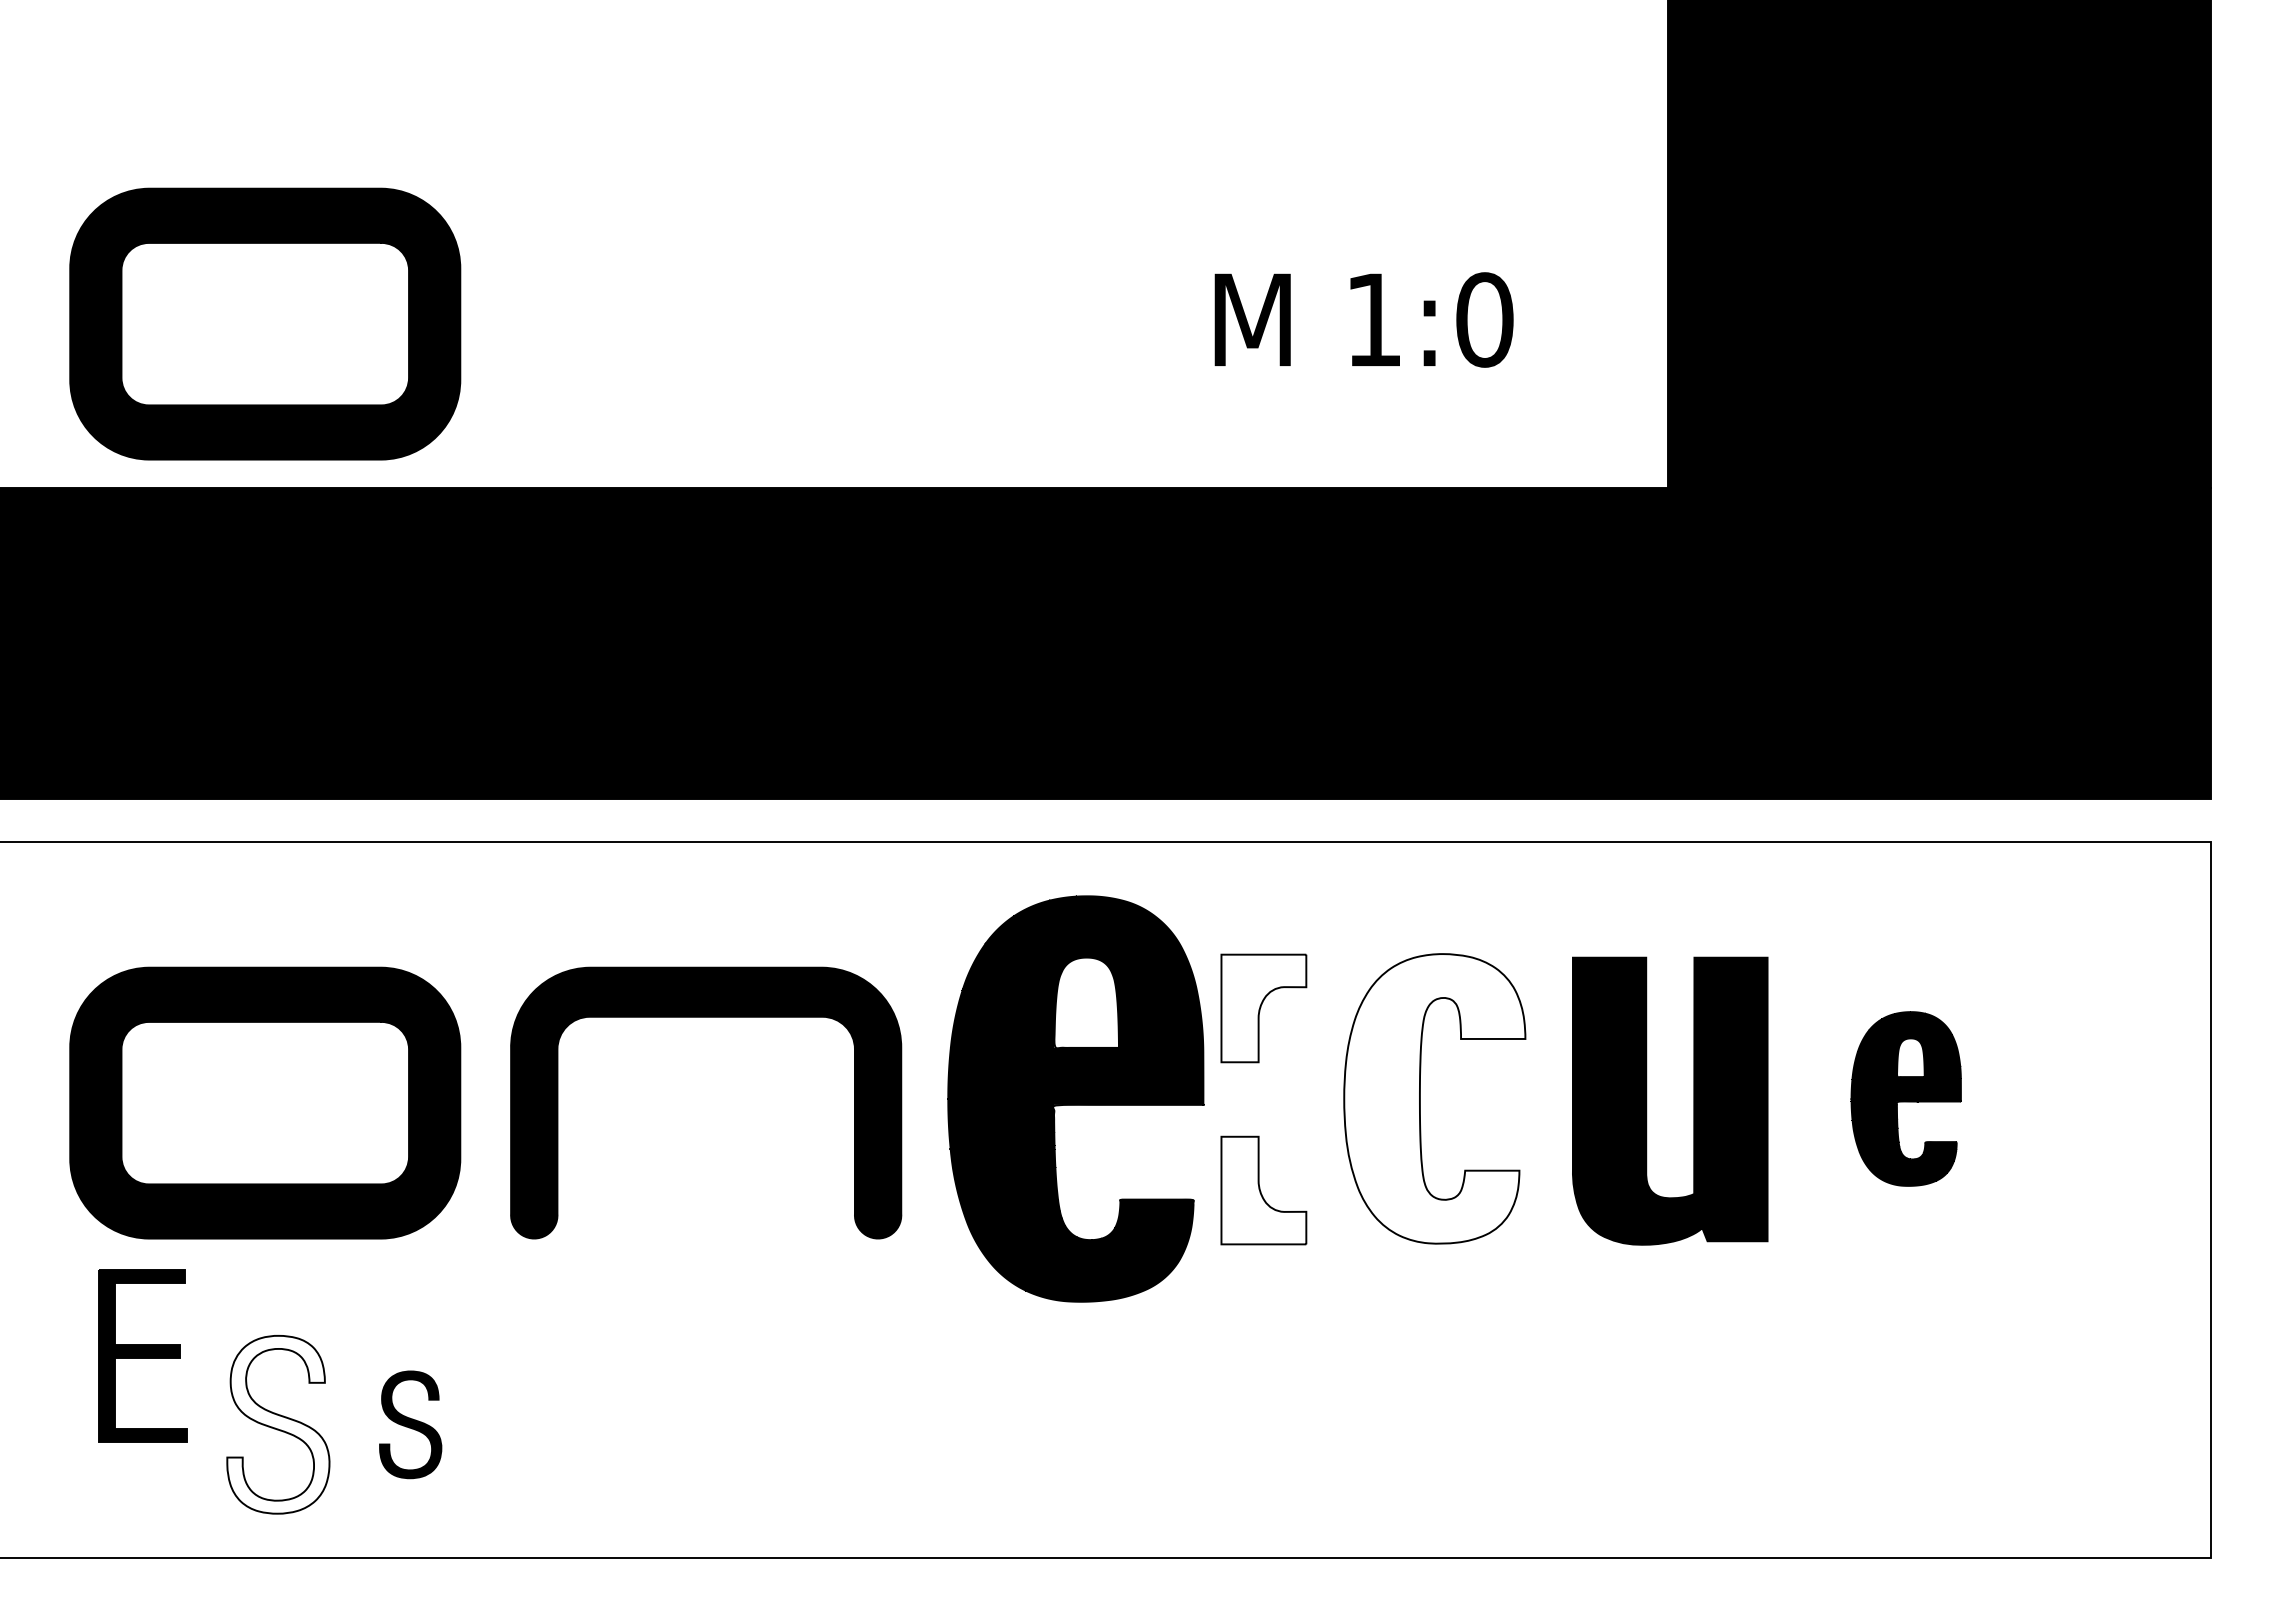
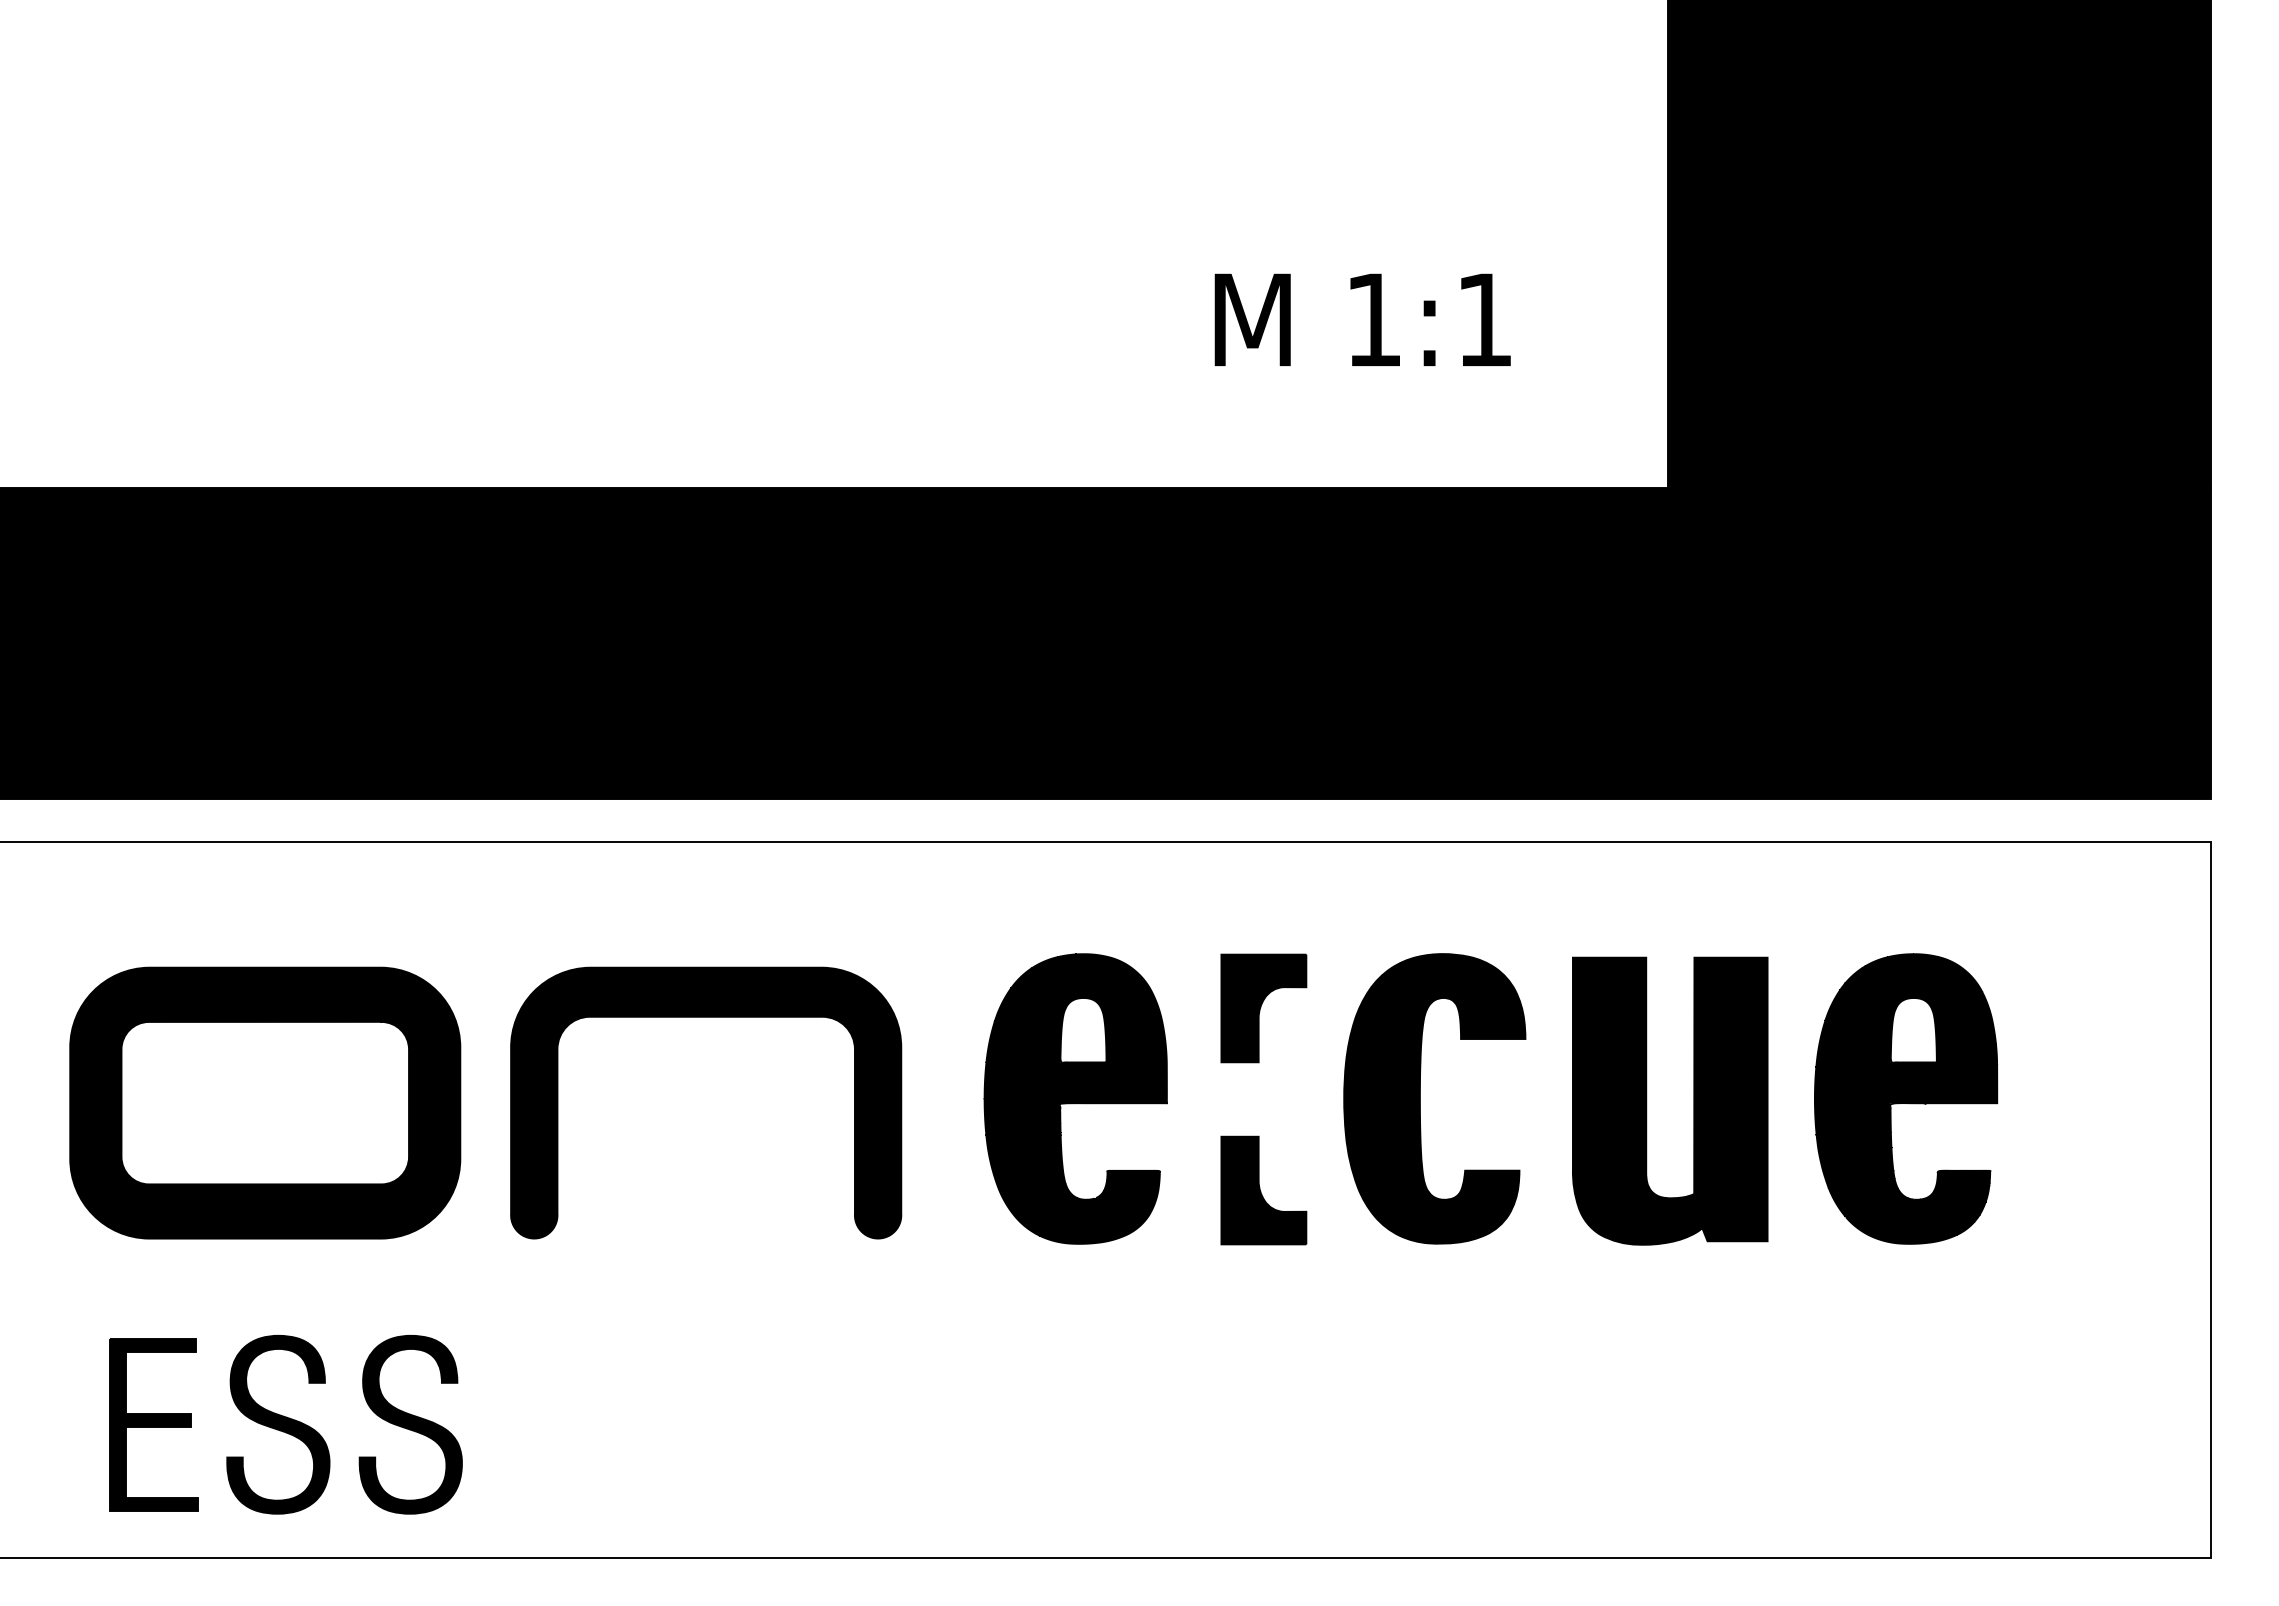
text at (1484, 319): 1:0 -> 1:1
part at (265, 323): present -> none
fill at (1263, 1008): none -> present
part at (1075, 1098) size: 258x408 px -> 185x292 px
fill at (1434, 1098): none -> present
part at (1905, 1098) size: 112x176 px -> 185x292 px
fill at (1263, 1190): none -> present
part at (142, 1355) position: (142, 1355) -> (153, 1424)
fill at (278, 1424): none -> present
part at (410, 1424) size: 64x110 px -> 105x180 px
